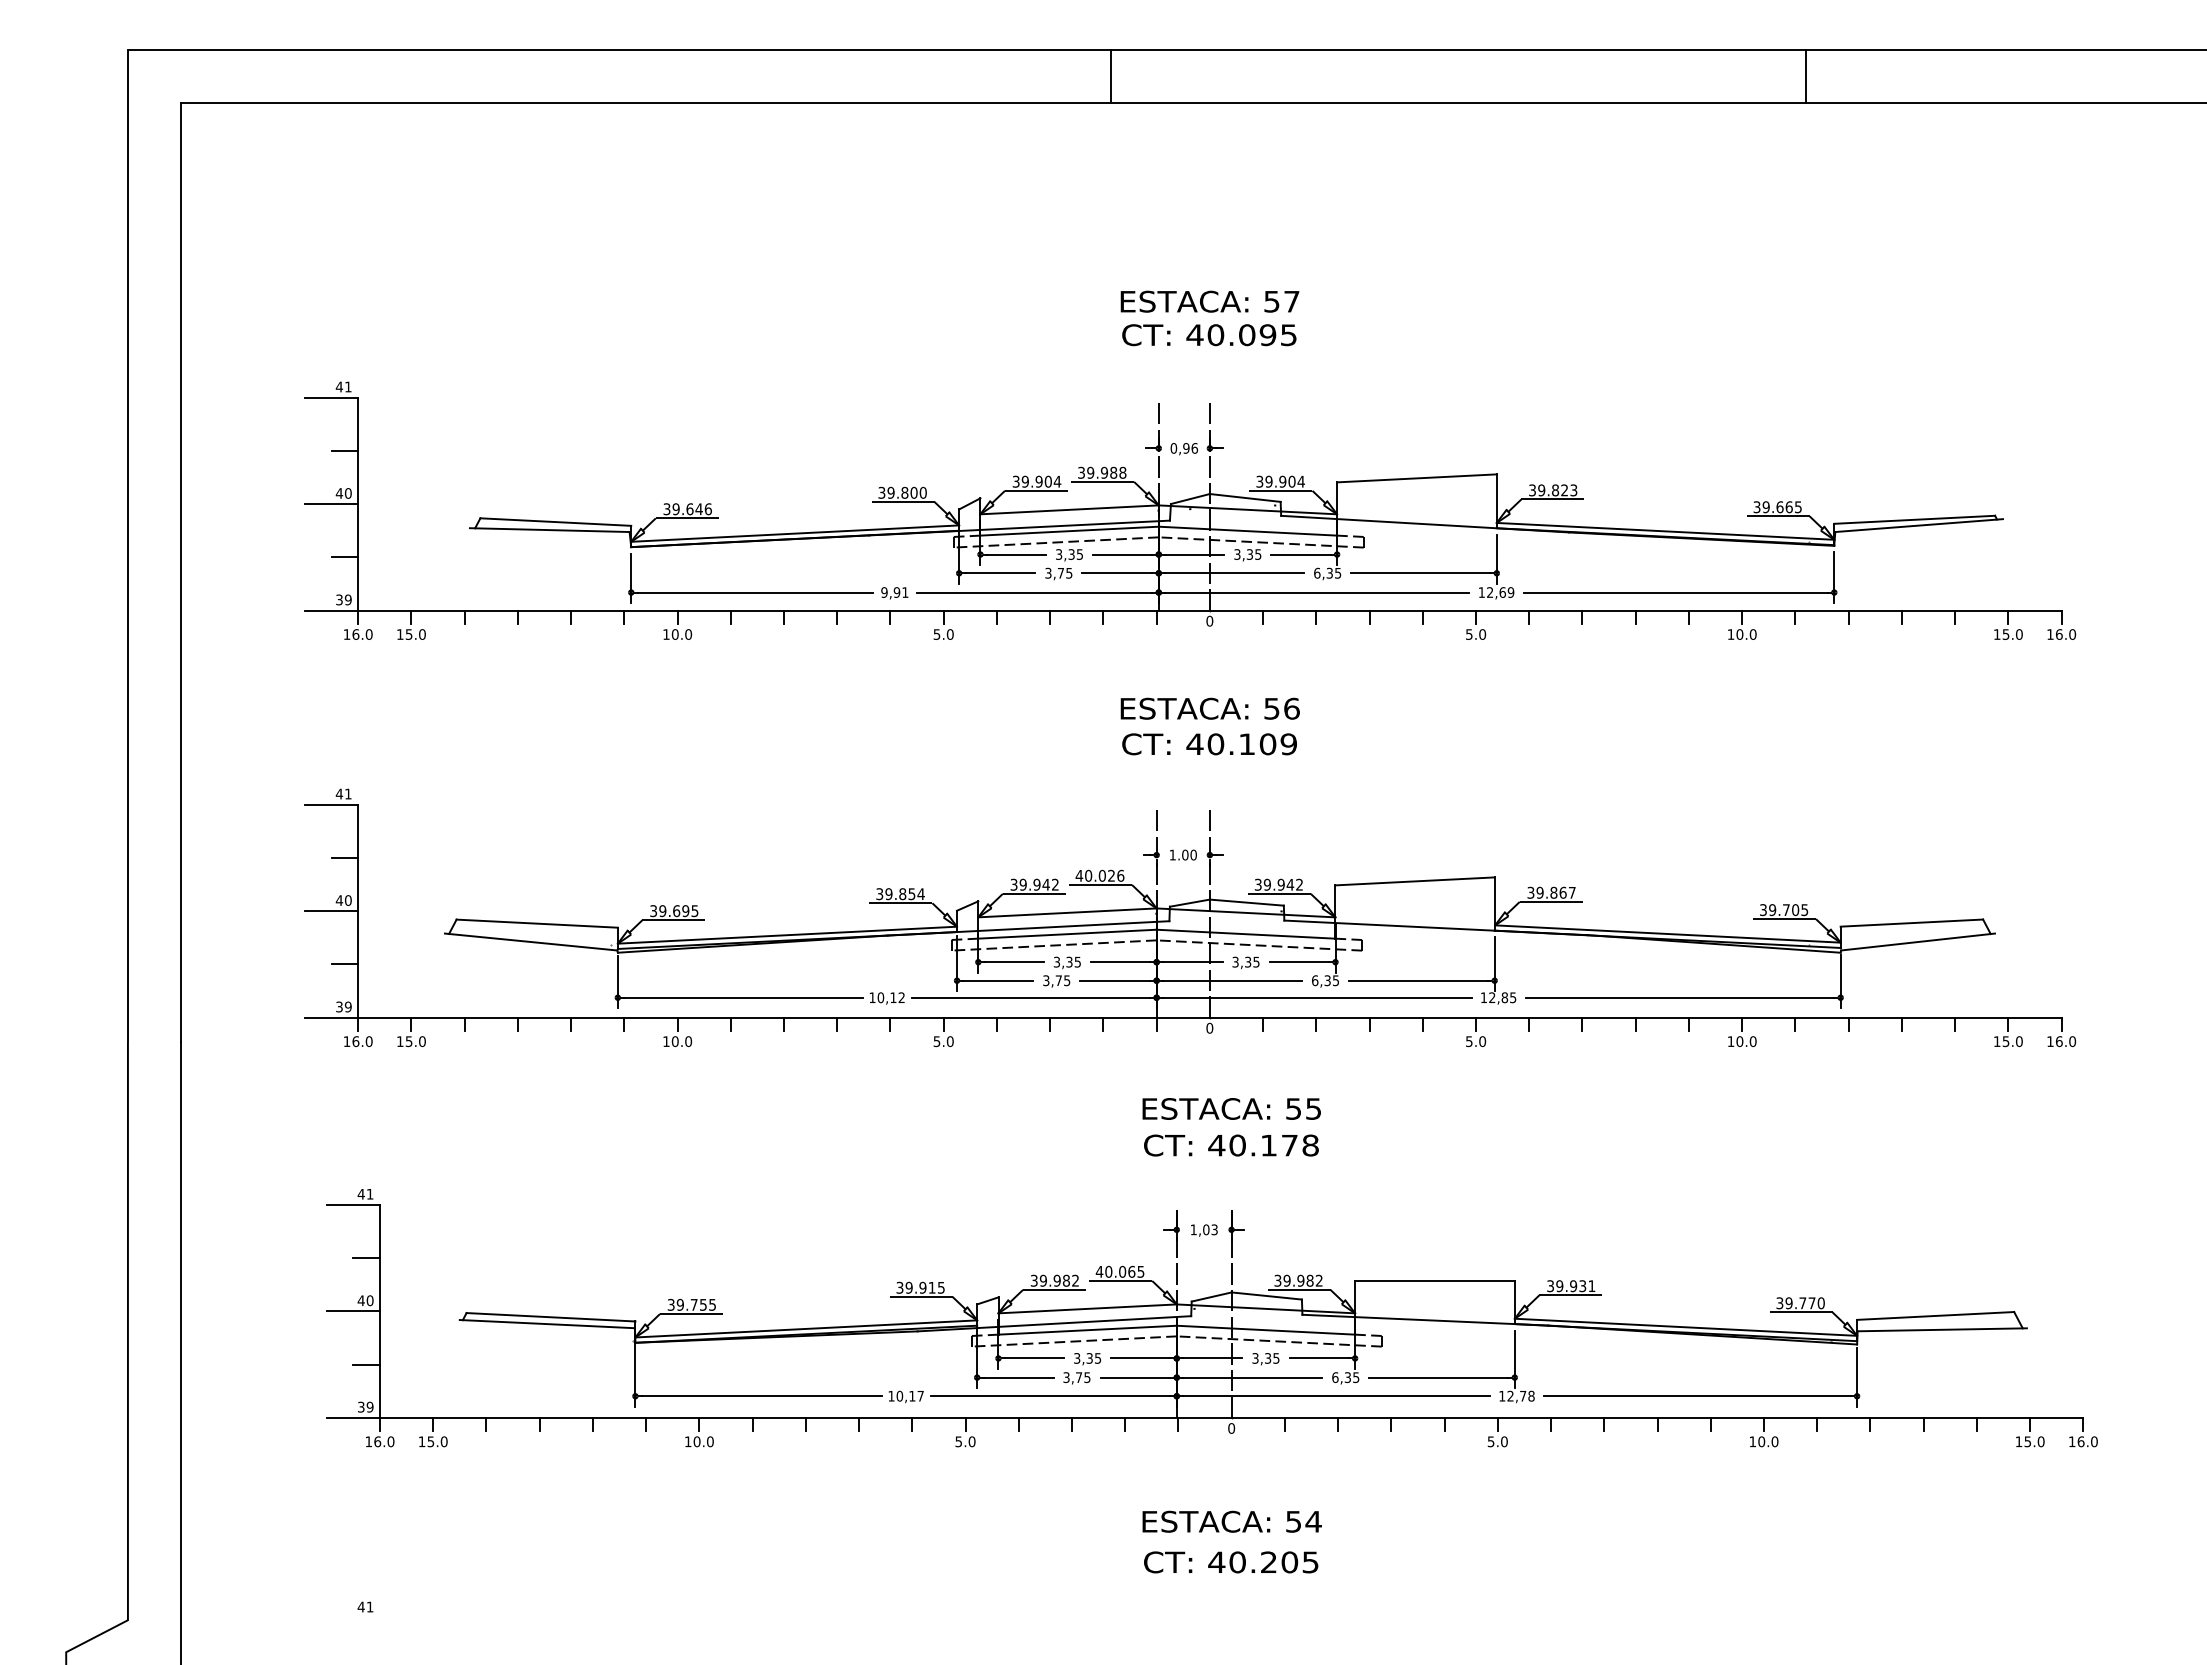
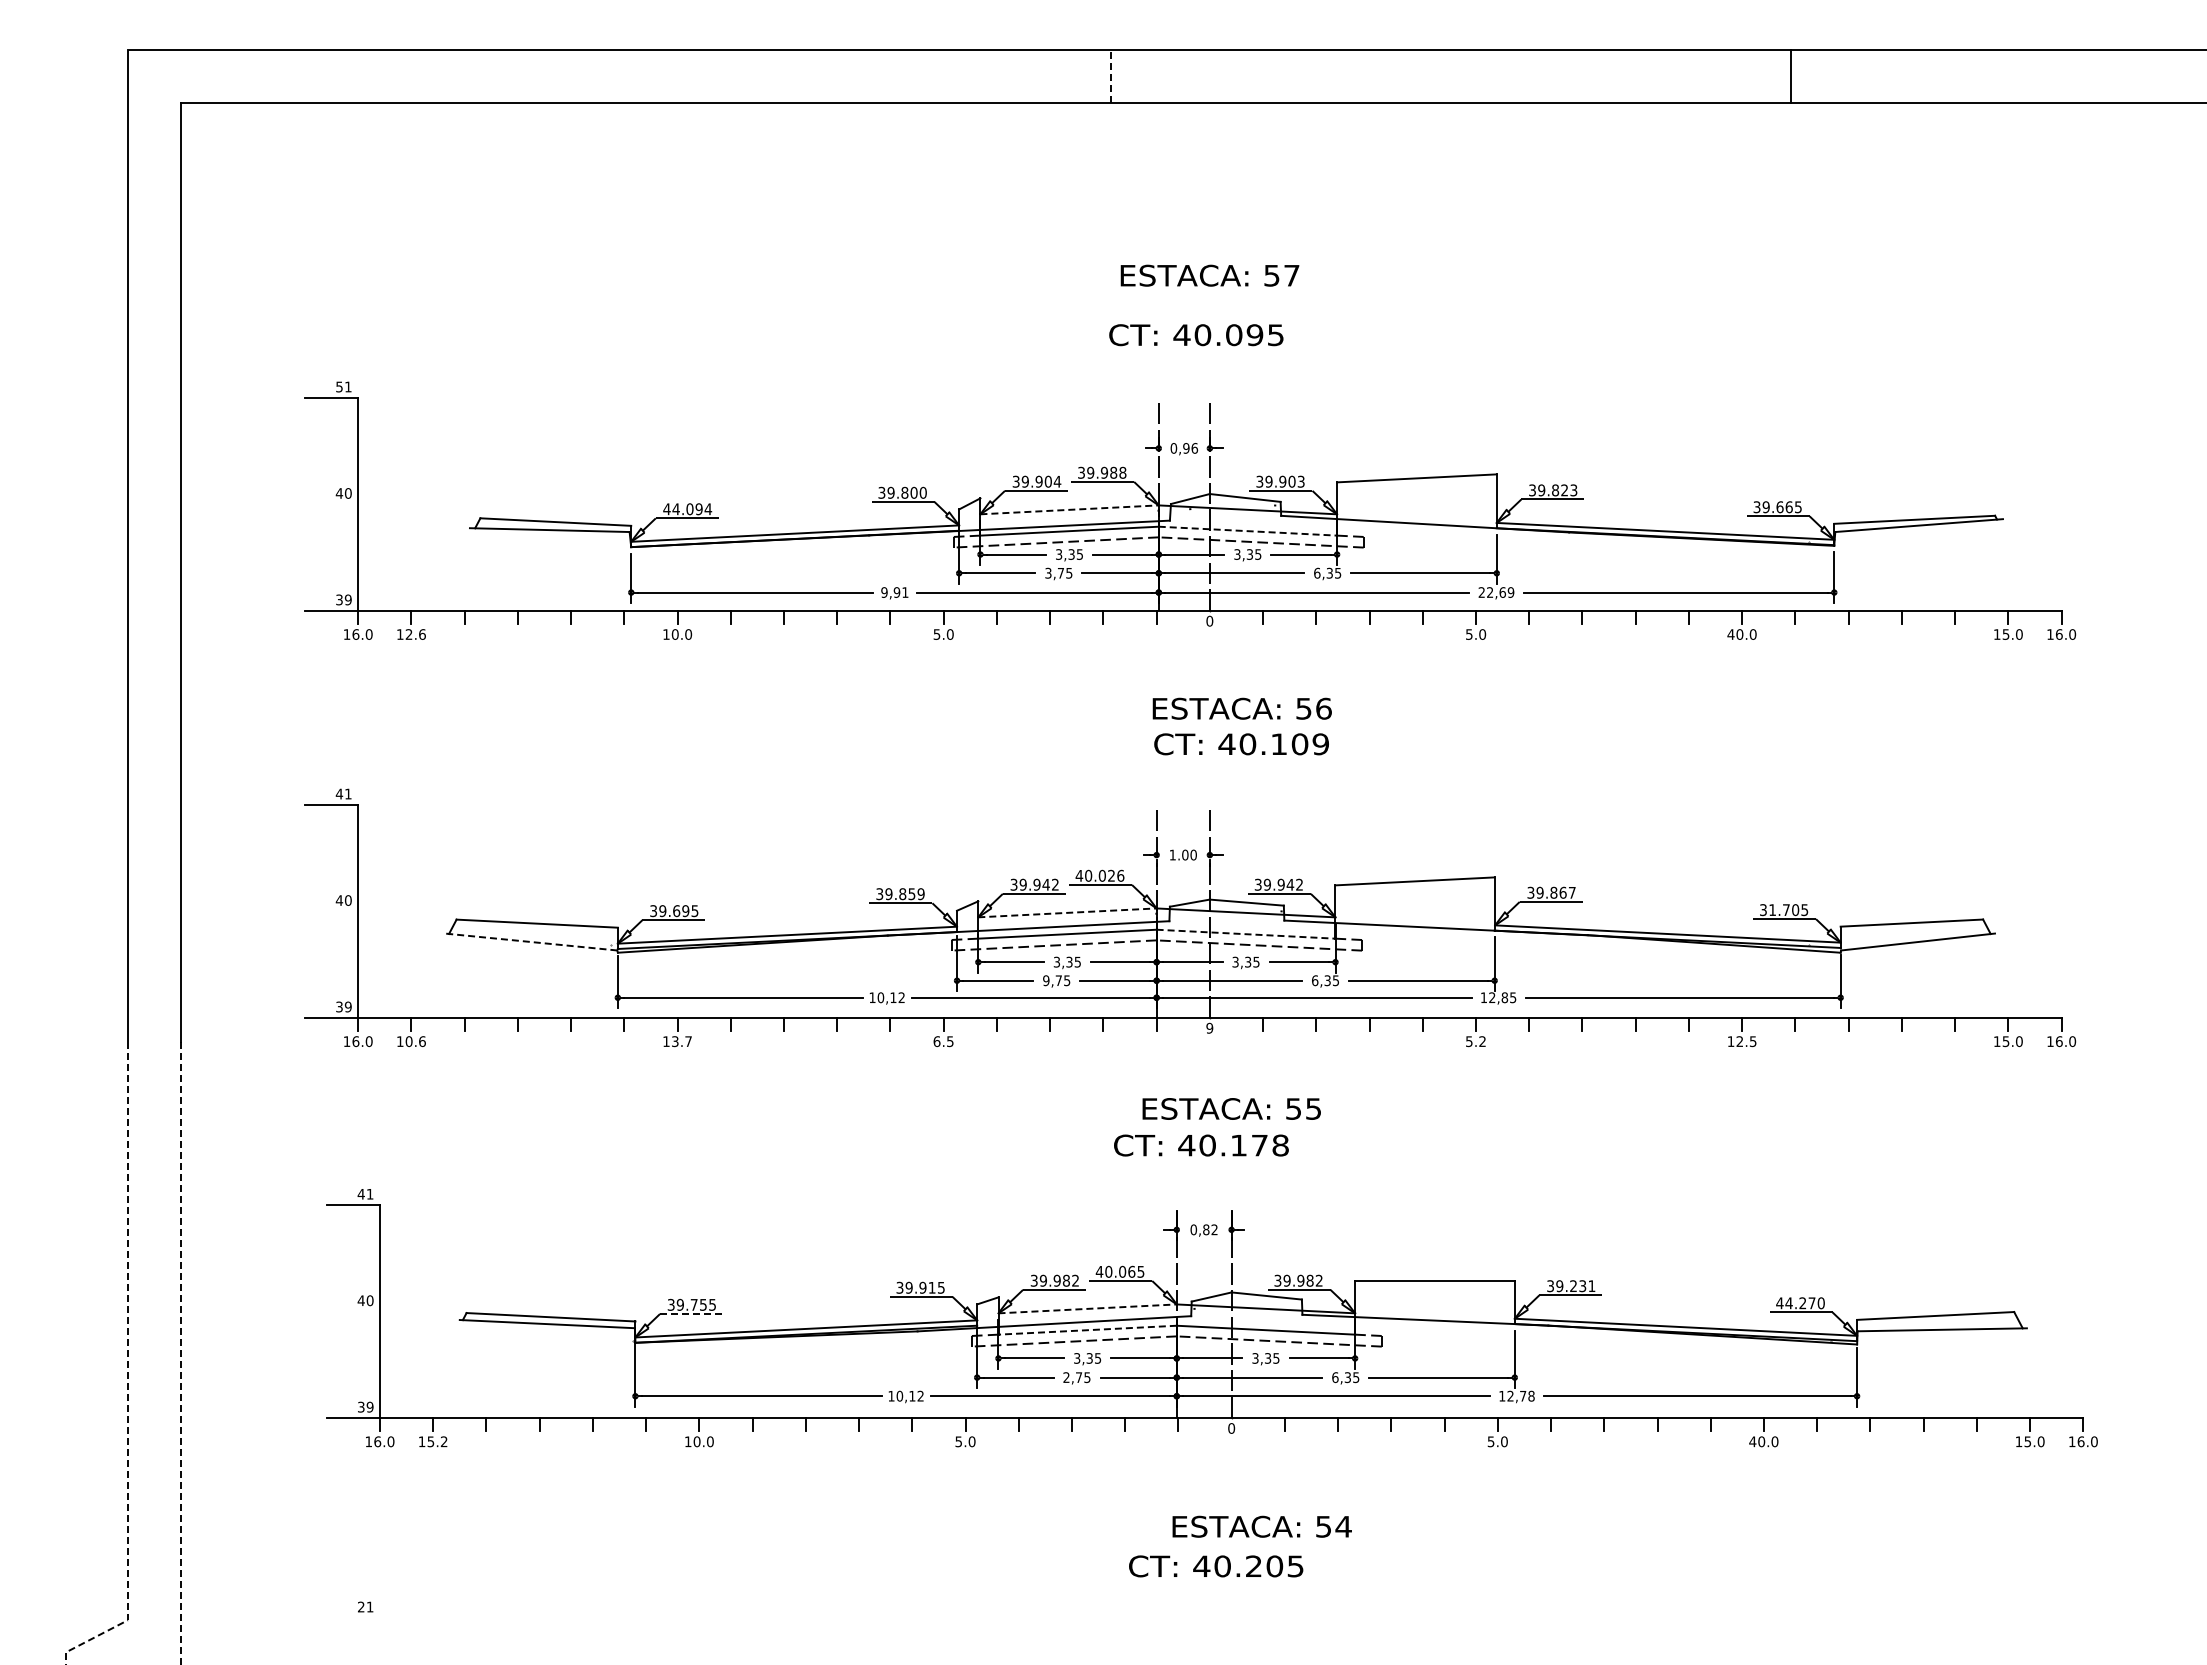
line at (1111, 76): solid -> dashed
line at (1806, 76) position: (1806, 76) -> (1791, 76)
text at (1209, 301) position: (1209, 301) -> (1209, 275)
text at (1209, 335) position: (1209, 335) -> (1196, 335)
text at (339, 386): 41 -> 51
line at (344, 450): present -> none
text at (1300, 481): 39.904 -> 39.903
line at (331, 504): present -> none
text at (687, 509): 39.646 -> 44.094
line at (1070, 509): solid -> dashed
line at (1248, 531): solid -> dashed
line at (344, 557): present -> none
text at (1481, 592): 12,69 -> 22,69
text at (415, 634): 15.0 -> 12.6
text at (1730, 634): 10.0 -> 40.0
text at (1209, 708) position: (1209, 708) -> (1241, 708)
text at (1209, 744) position: (1209, 744) -> (1241, 744)
line at (344, 857): present -> none
text at (920, 894): 39.854 -> 39.859
text at (1772, 910): 39.705 -> 31.705
line at (331, 911): present -> none
line at (1067, 912): solid -> dashed
line at (1246, 934): solid -> dashed
line at (531, 942): solid -> dashed
line at (344, 964): present -> none
text at (1046, 980): 3,75 -> 9,75
text at (1209, 1028): 0 -> 9
text at (415, 1041): 15.0 -> 10.6
text at (681, 1041): 10.0 -> 13.7
text at (943, 1041): 5.0 -> 6.5
text at (1482, 1041): 5.0 -> 5.2
text at (1746, 1041): 10.0 -> 12.5
text at (1231, 1145) position: (1231, 1145) -> (1201, 1145)
text at (1203, 1229): 1,03 -> 0,82
line at (366, 1258): present -> none
text at (1573, 1286): 39.931 -> 39.231
text at (1791, 1303): 39.770 -> 44.270
line at (1088, 1308): solid -> dashed
line at (352, 1311): present -> none
line at (691, 1314): solid -> dashed
line at (1087, 1330): solid -> dashed
line at (181, 1353): solid -> dashed
line at (366, 1364): present -> none
line at (127, 1373): solid -> dashed
text at (1066, 1377): 3,75 -> 2,75
text at (920, 1395): 10,17 -> 10,12
text at (443, 1441): 15.0 -> 15.2
text at (1752, 1441): 10.0 -> 40.0
text at (1231, 1521) position: (1231, 1521) -> (1261, 1526)
text at (1231, 1562) position: (1231, 1562) -> (1216, 1566)
text at (360, 1606): 41 -> 21
